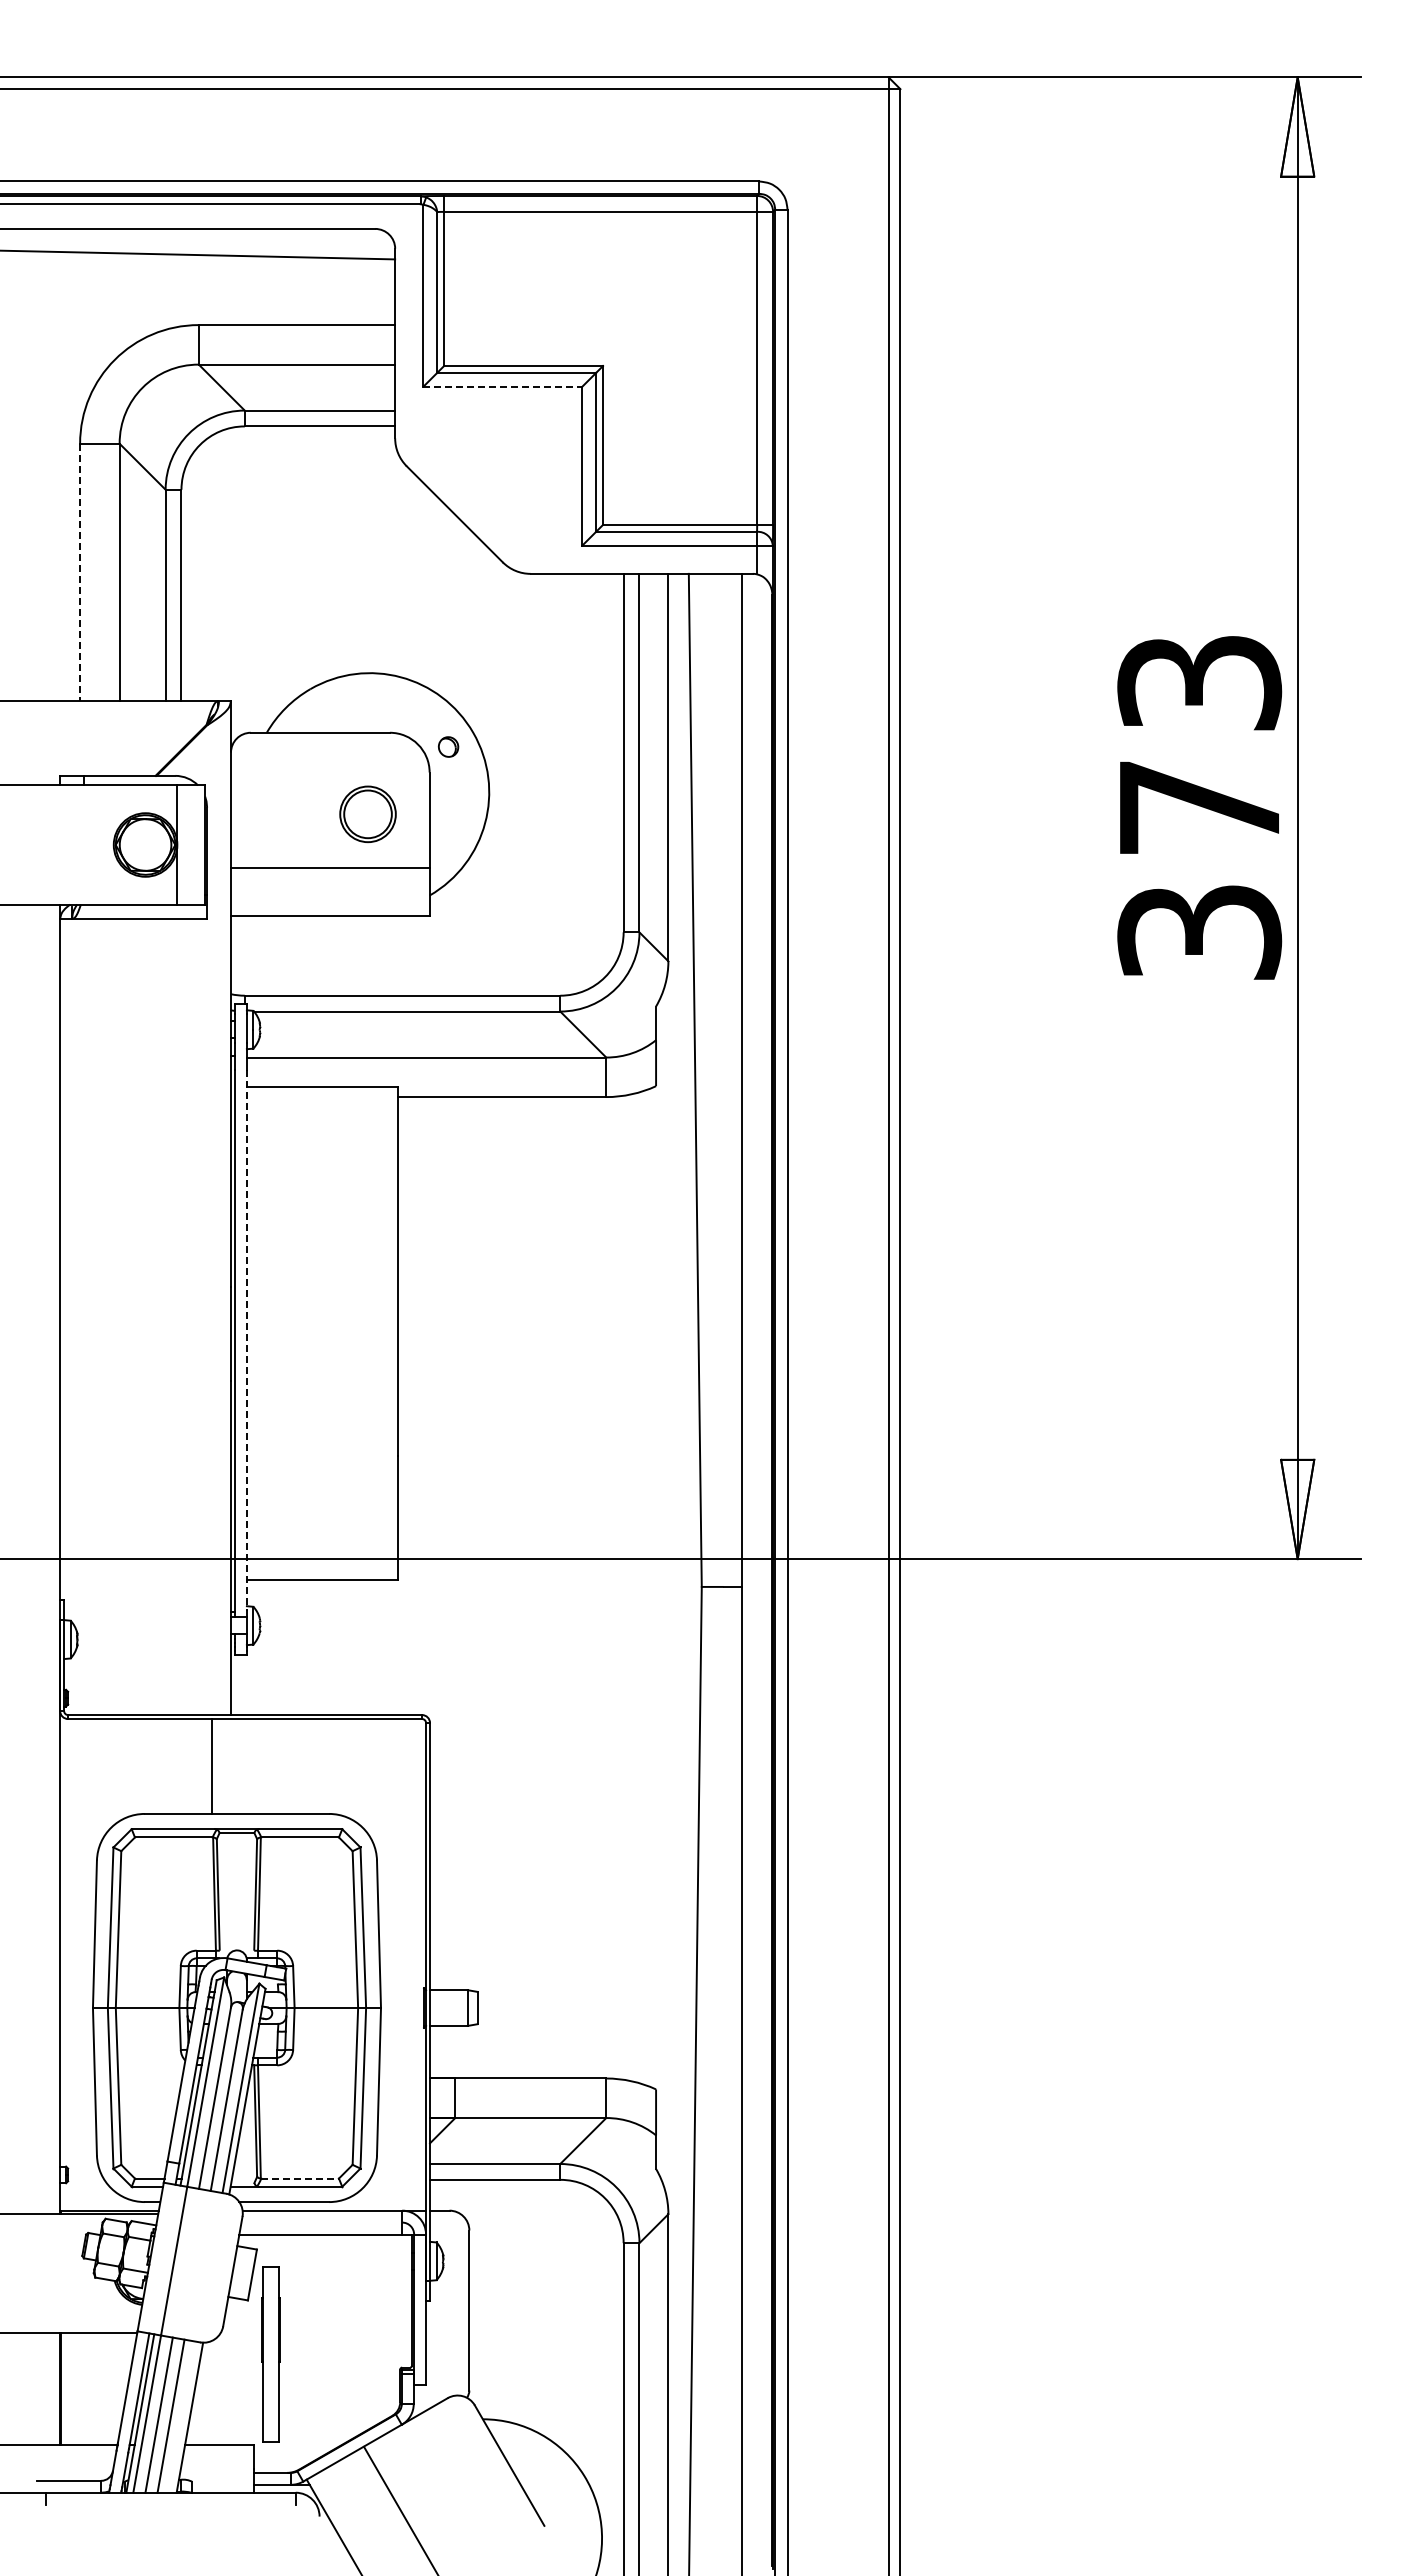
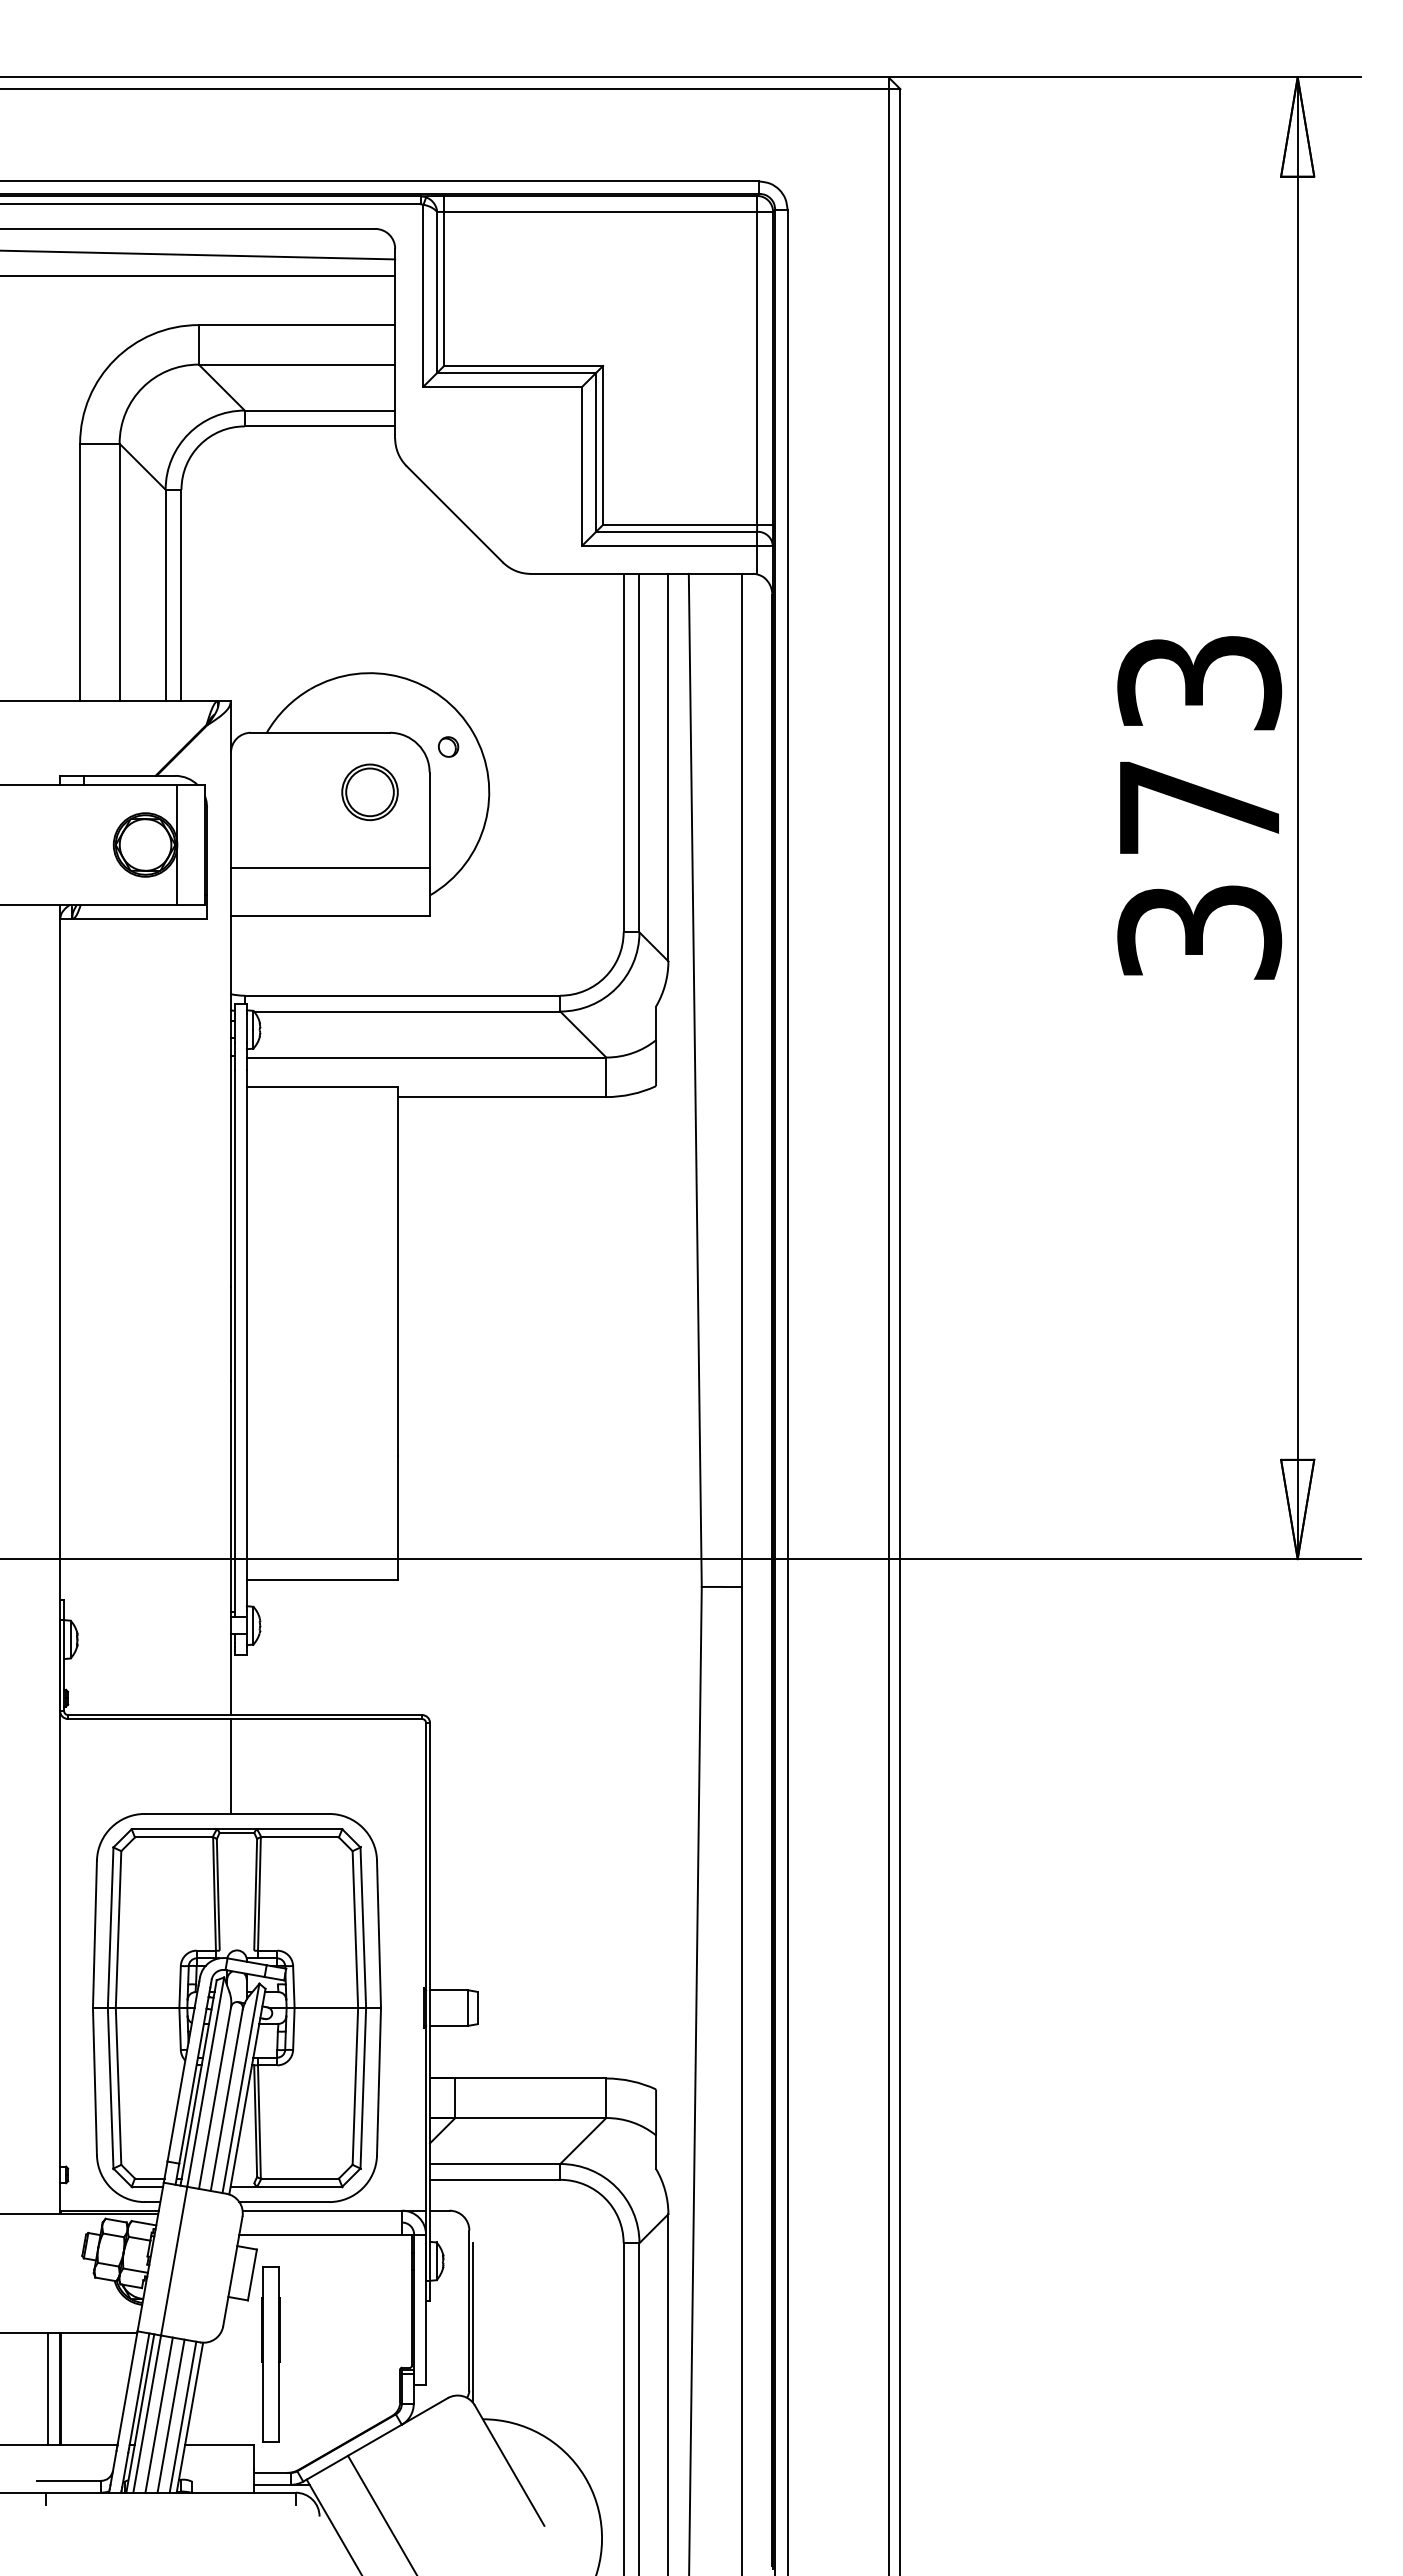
line at (198, 275): none -> present
line at (503, 386): dashed -> solid
line at (80, 572): dashed -> solid
part at (367, 814) position: (367, 814) -> (369, 792)
line at (246, 1340): dashed -> solid
line at (212, 1766) position: (212, 1766) -> (231, 1766)
line at (300, 2178): dashed -> solid
line at (472, 2322): none -> present
line at (48, 2388): none -> present
line at (182, 2416): none -> present
line at (400, 2509) position: (400, 2509) -> (381, 2513)
